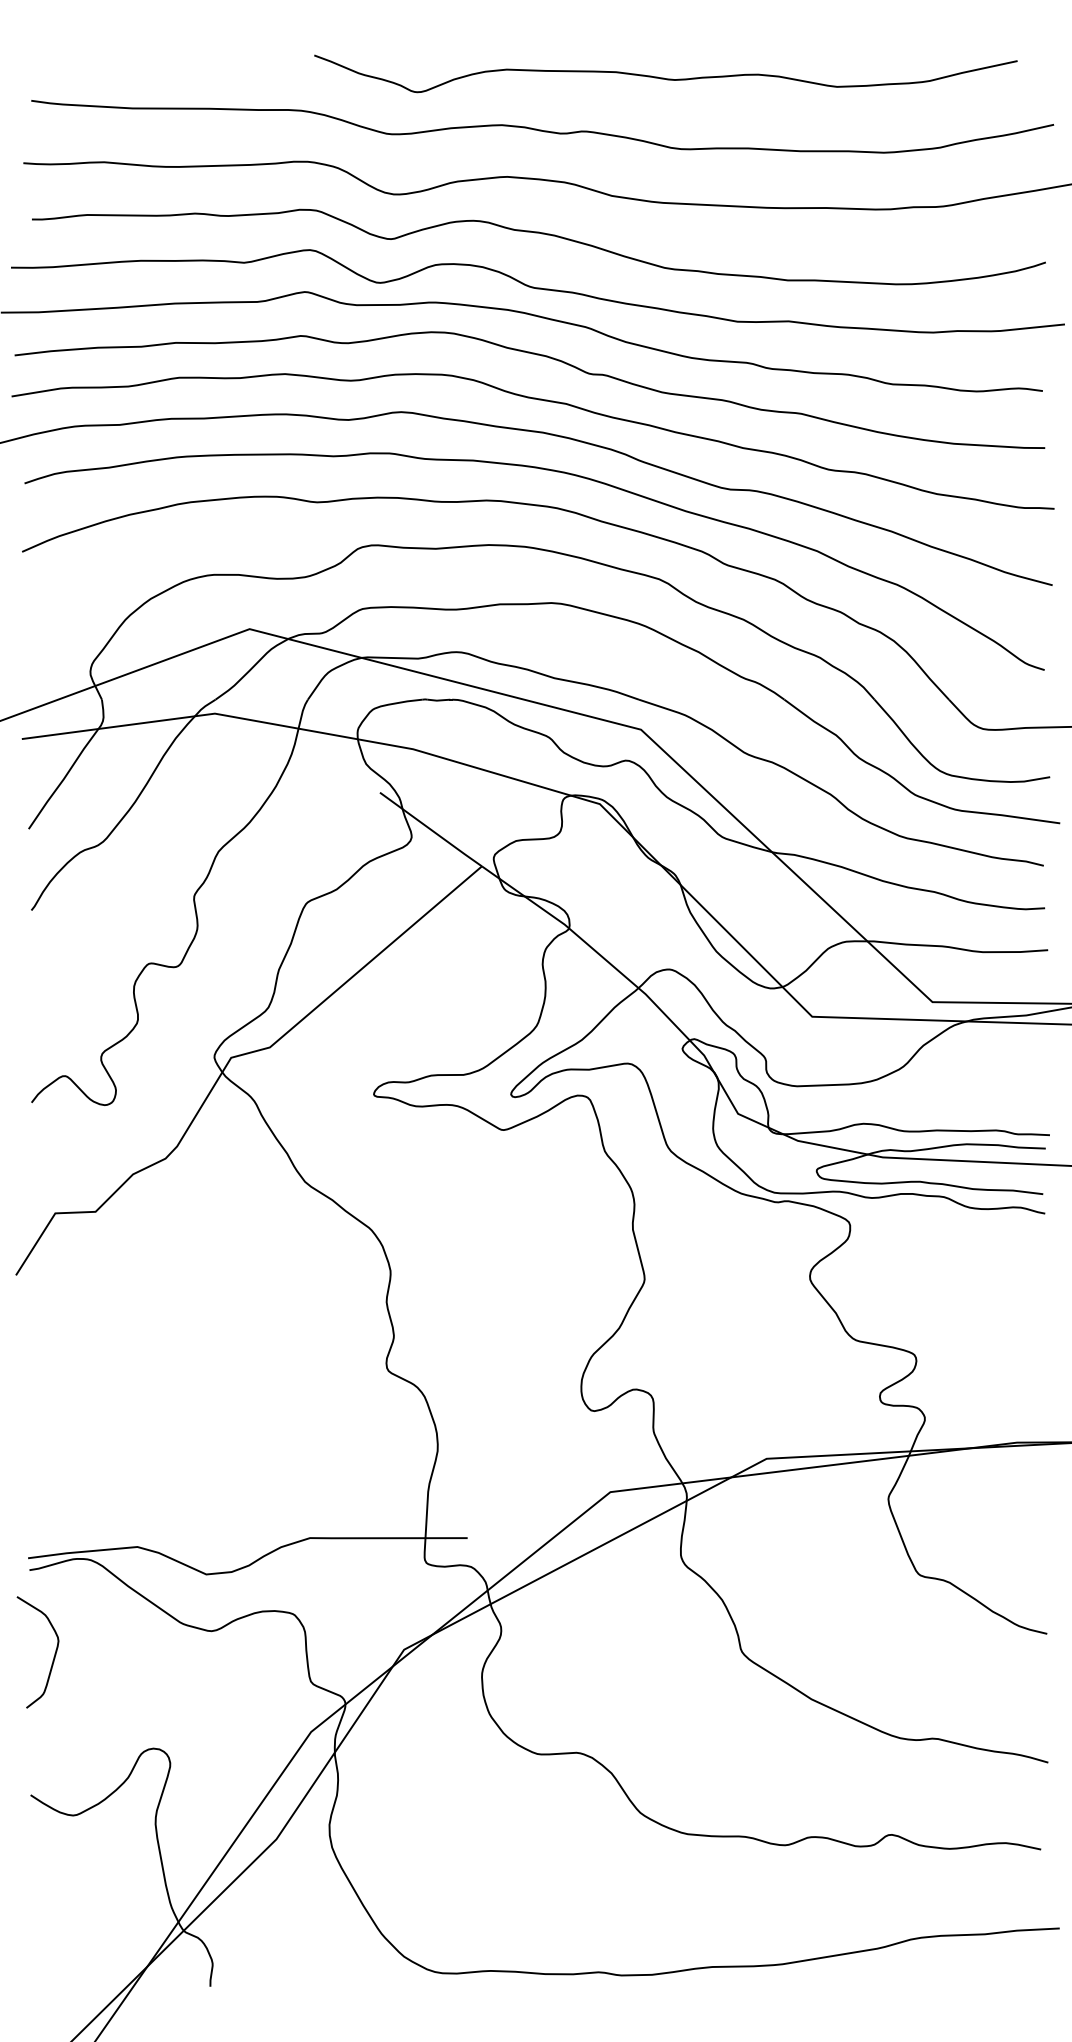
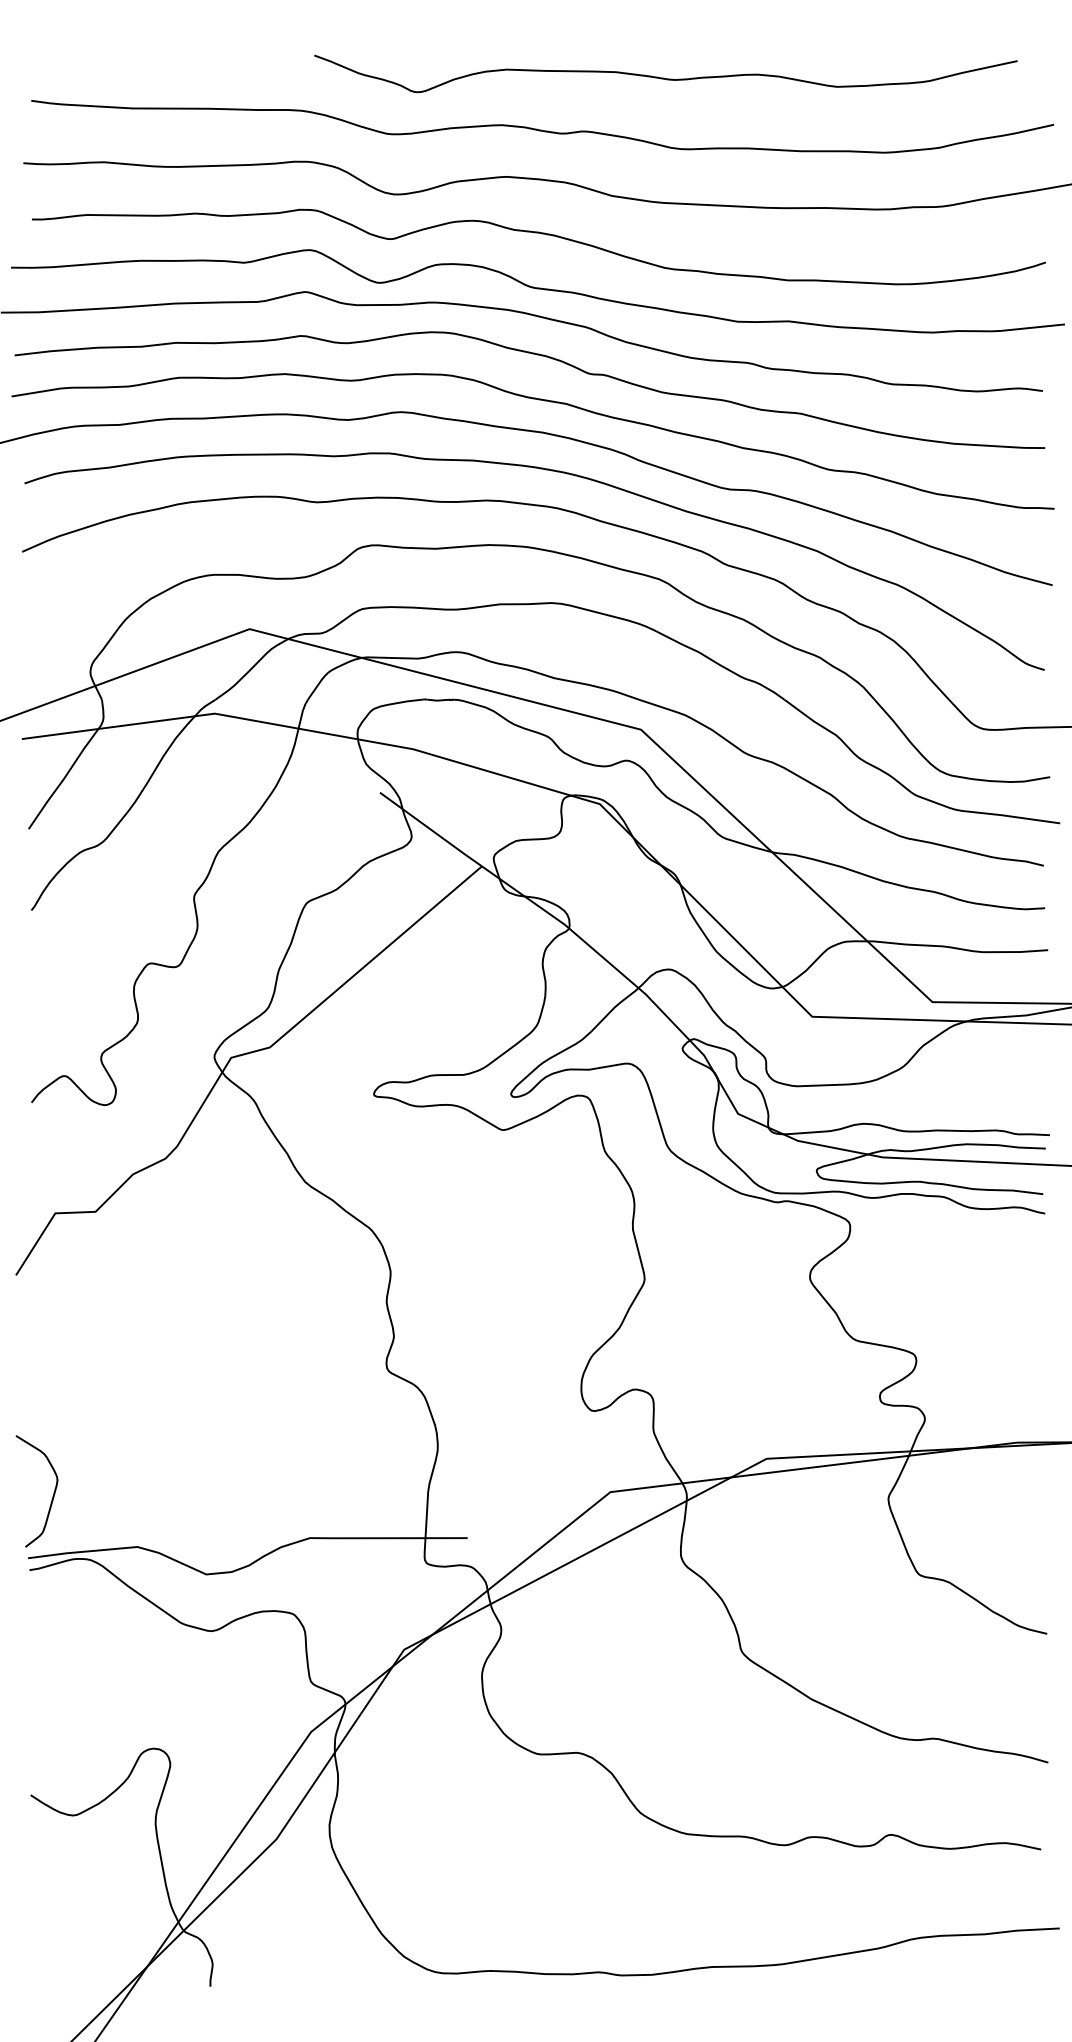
curve at (53, 1657) position: (53, 1657) -> (52, 1496)
